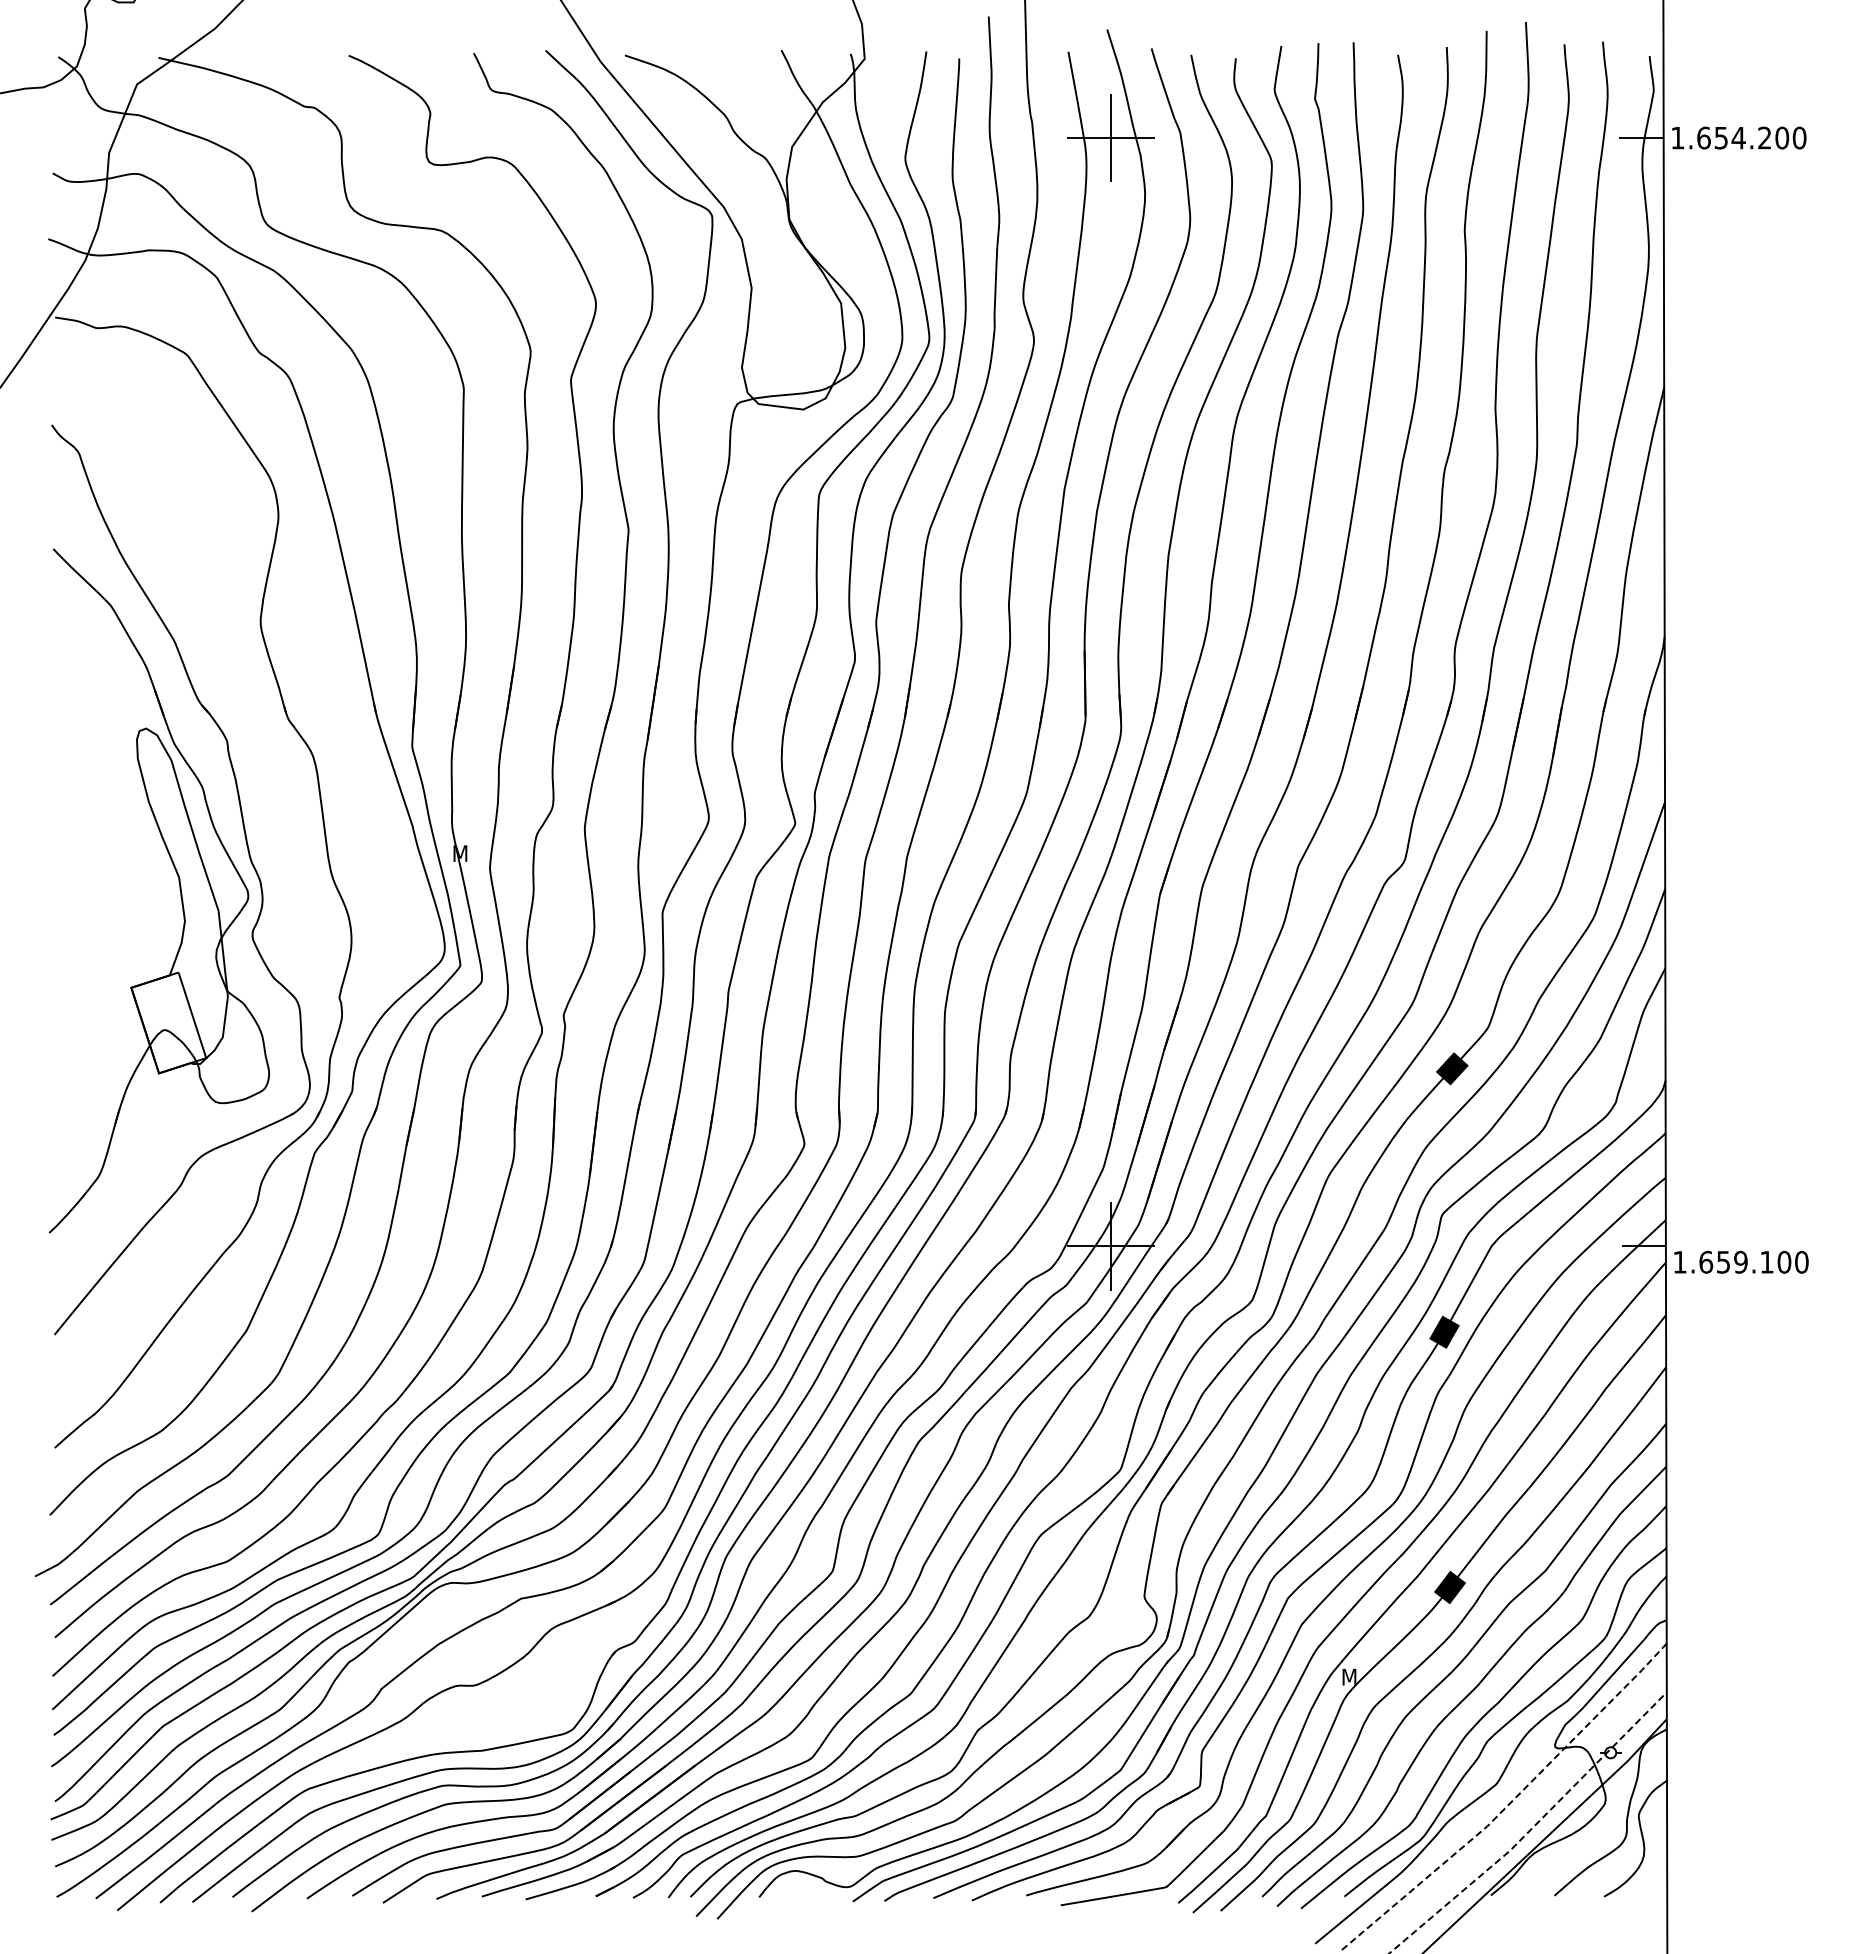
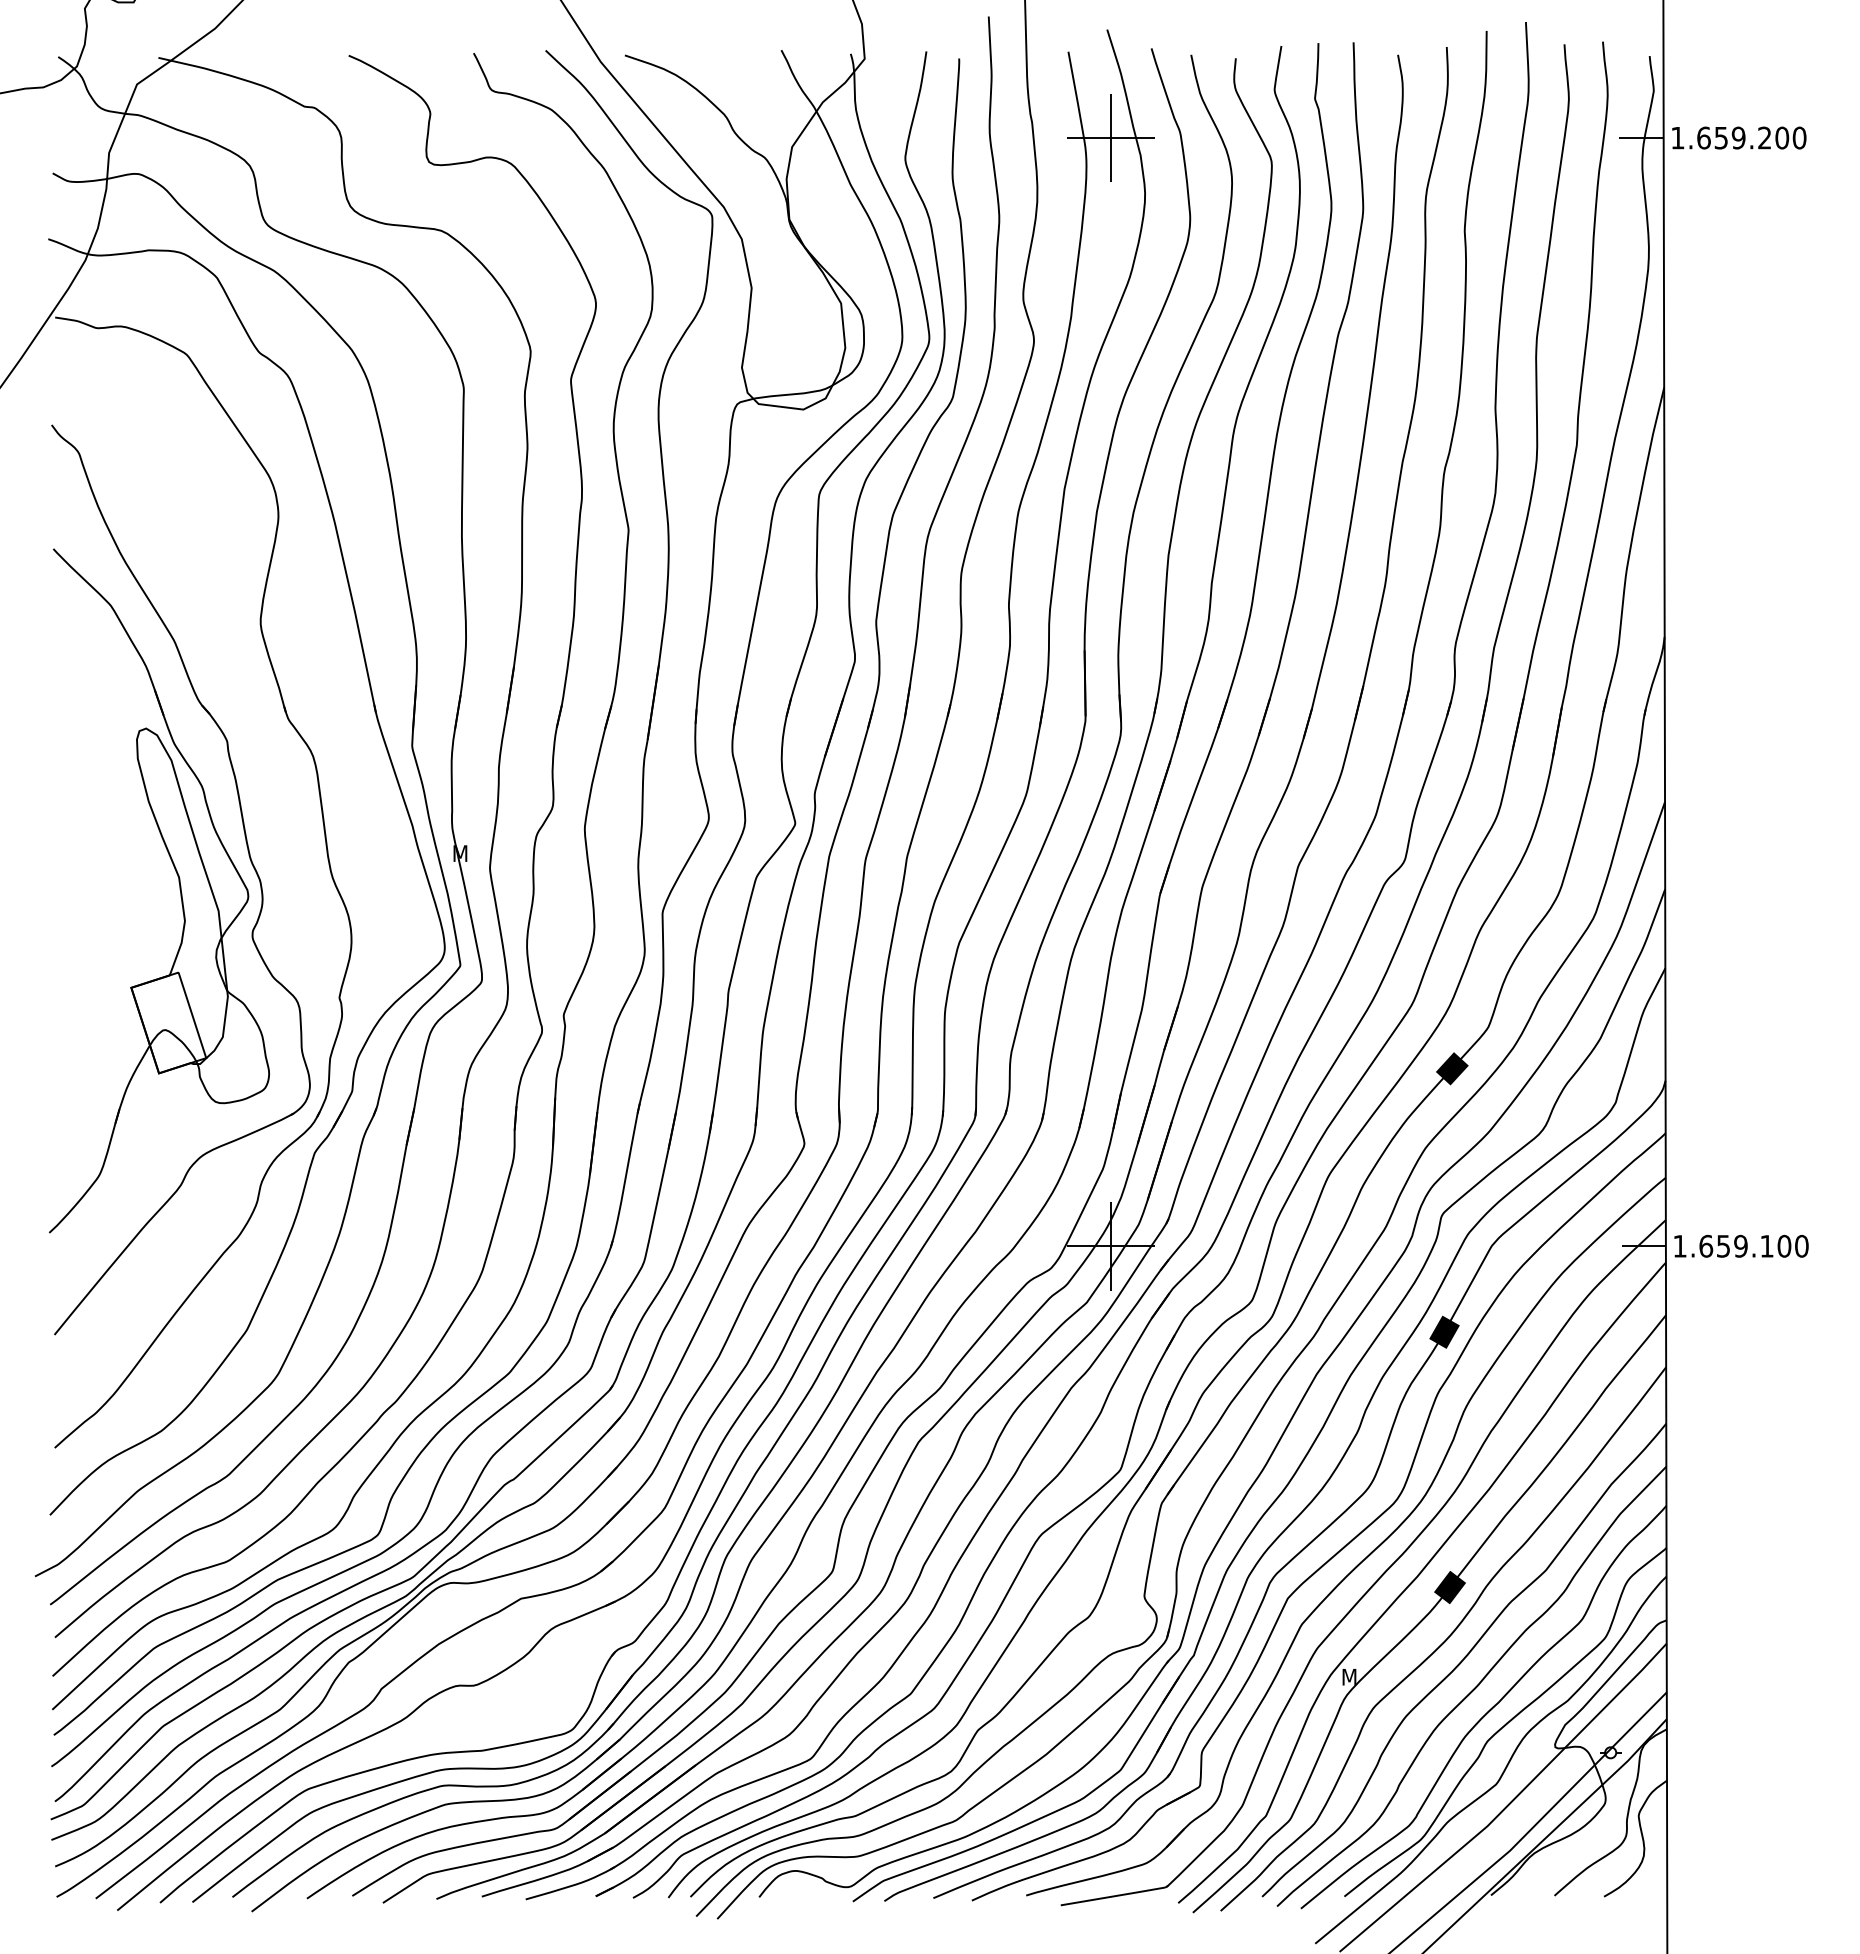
text at (1738, 137): 1.654.200 -> 1.659.200
text at (1741, 1261) position: (1741, 1261) -> (1741, 1245)
line at (1509, 1804): dashed -> solid
line at (1533, 1827): dashed -> solid
